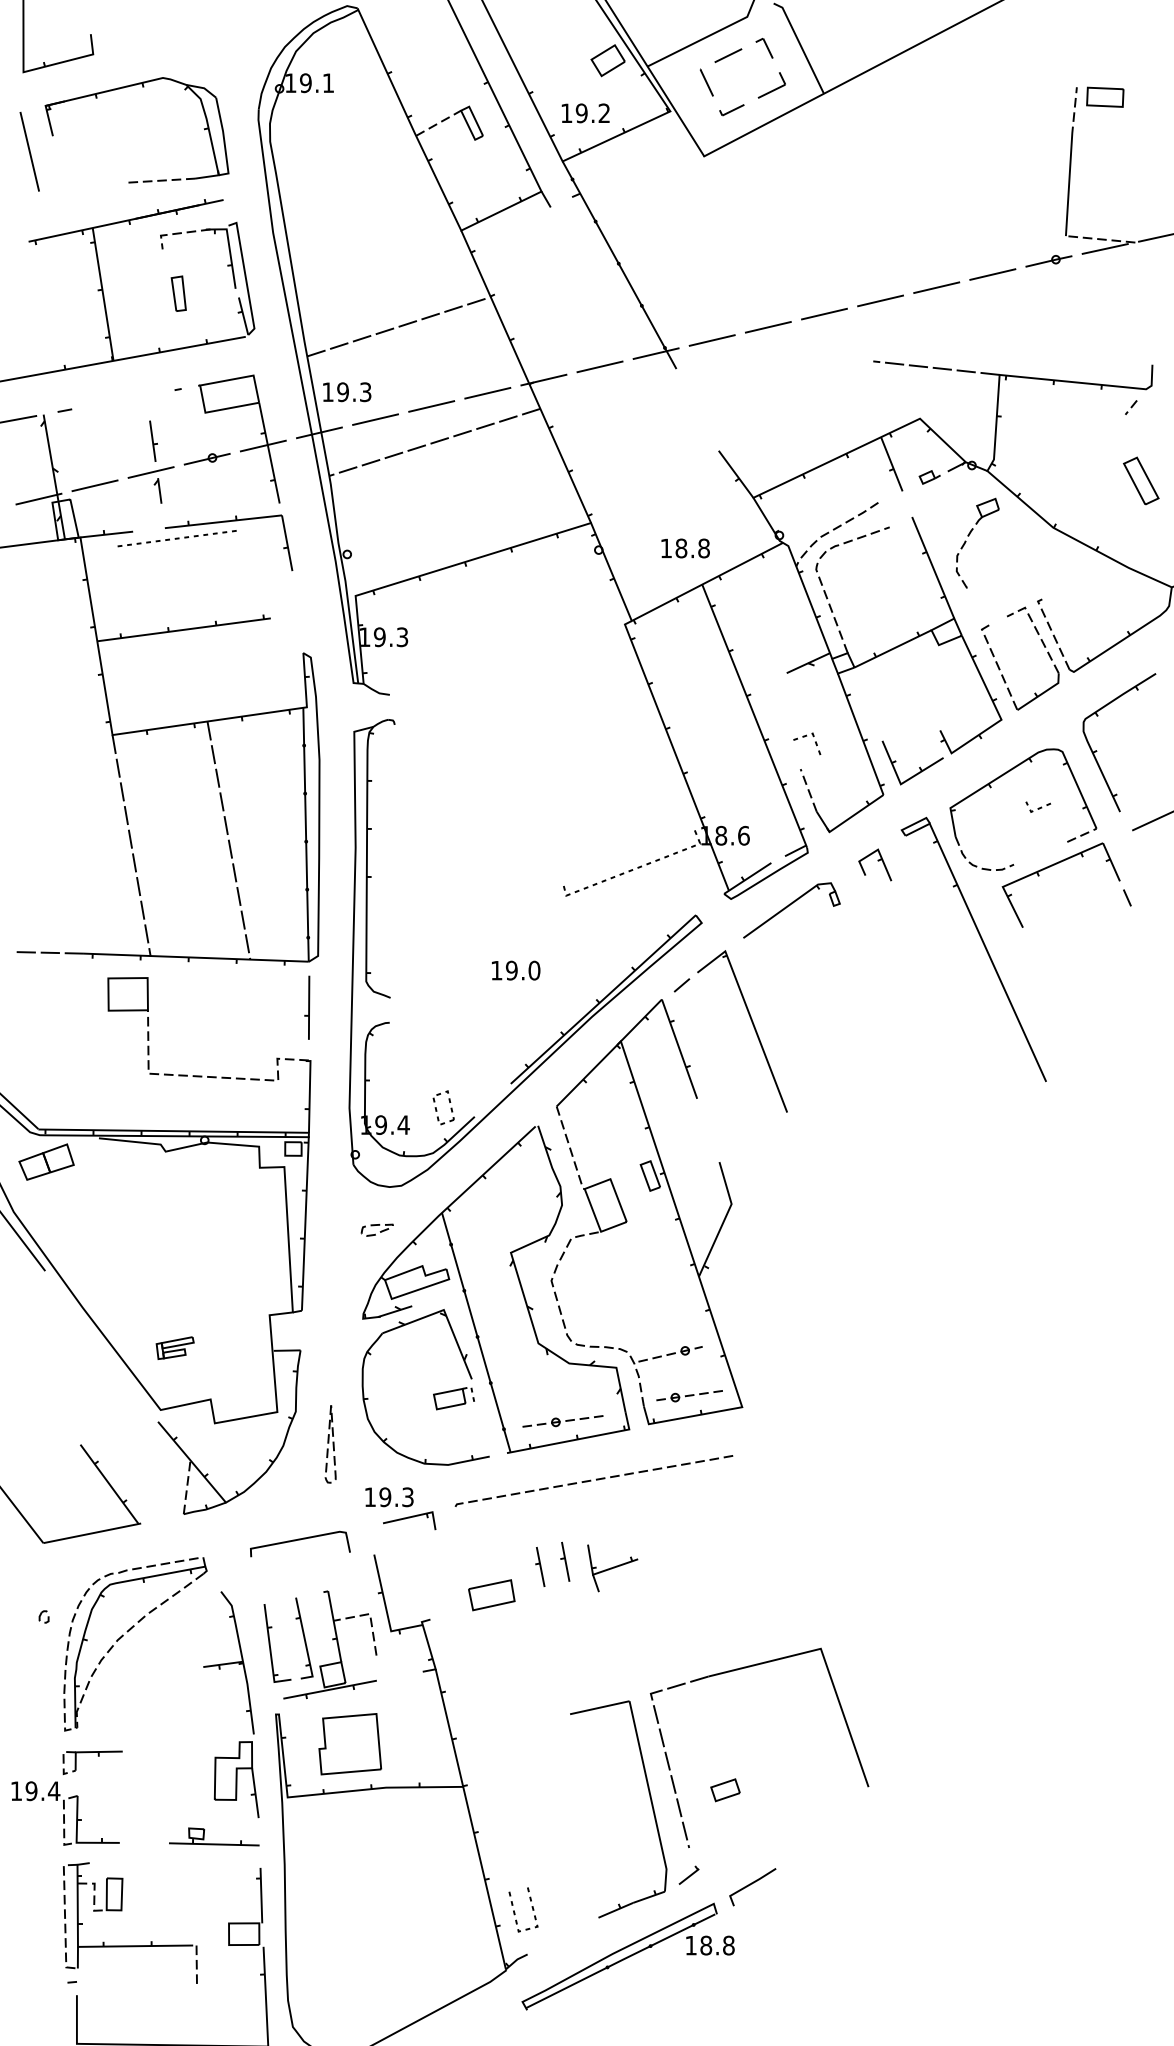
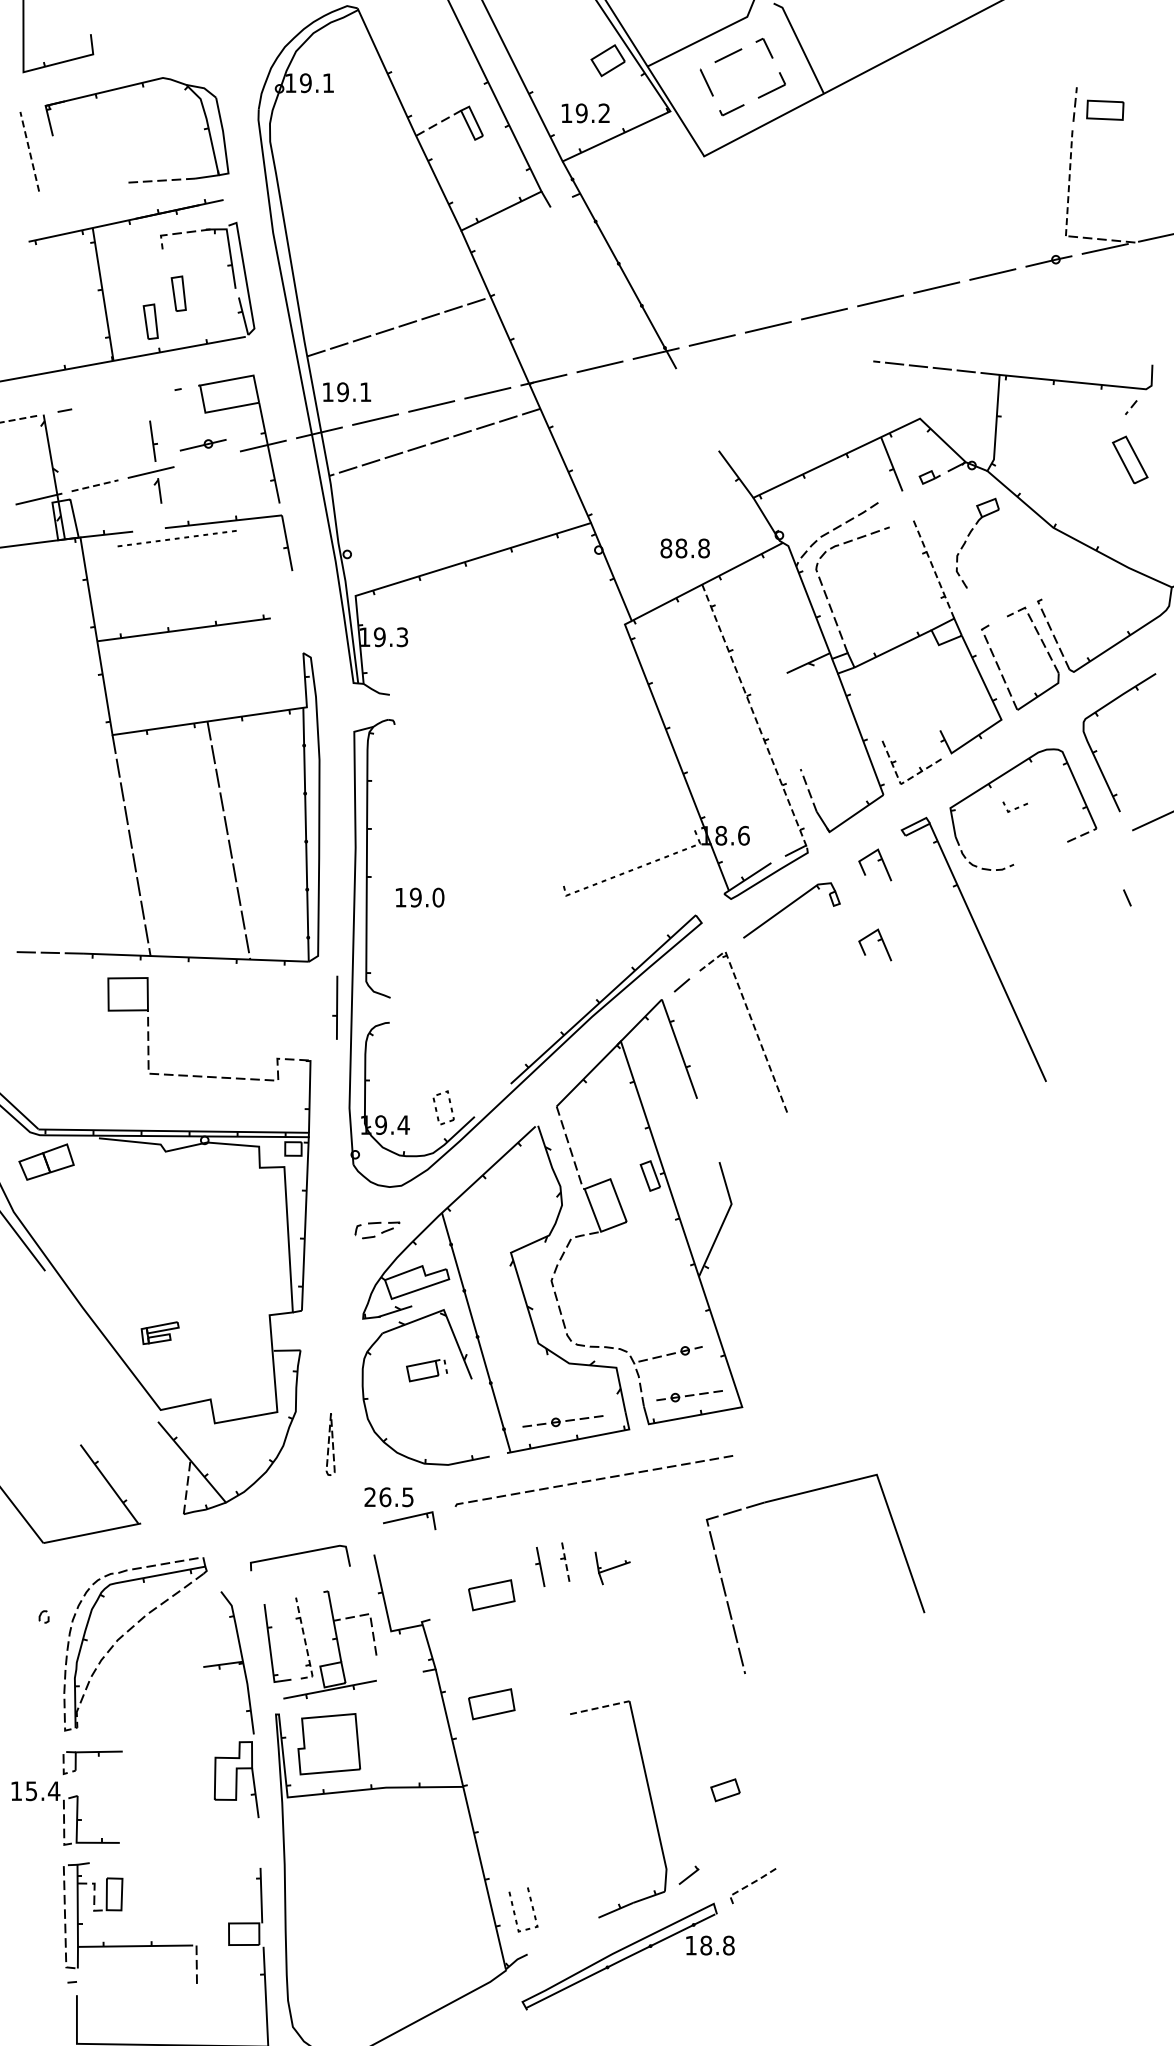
part at (1105, 96) position: (1105, 96) -> (1105, 109)
line at (29, 151): solid -> dashed
line at (1069, 180): solid -> dashed
part at (150, 321): none -> present
text at (365, 392): 19.3 -> 19.1
line at (18, 419): solid -> dashed
part at (206, 459) position: (206, 459) -> (202, 445)
part at (1141, 480) position: (1141, 480) -> (1130, 459)
line at (95, 485): solid -> dashed
text at (666, 548): 18.8 -> 88.8
line at (933, 567): solid -> dashed
line at (754, 716): solid -> dashed
part at (804, 737): present -> none
line at (901, 783): solid -> dashed
part at (1038, 806) position: (1038, 806) -> (1015, 806)
part at (1052, 866): present -> none
part at (875, 944): none -> present
text at (516, 970) position: (516, 970) -> (420, 897)
part at (307, 1007) position: (307, 1007) -> (335, 1007)
line at (749, 1014): solid -> dashed
part at (376, 1229) size: 34x14 px -> 47x19 px
part at (174, 1347) position: (174, 1347) -> (159, 1332)
part at (453, 1398) position: (453, 1398) -> (426, 1370)
part at (330, 1444) size: 13x79 px -> 11x63 px
text at (388, 1497): 19.3 -> 26.5
curve at (300, 1540) position: (300, 1540) -> (300, 1554)
line at (565, 1561): solid -> dashed
part at (612, 1568) size: 52x49 px -> 37x35 px
line at (305, 1643): solid -> dashed
part at (742, 1669) position: (742, 1669) -> (798, 1495)
part at (491, 1704): none -> present
line at (600, 1707): solid -> dashed
part at (350, 1744) position: (350, 1744) -> (329, 1744)
text at (31, 1790): 19.4 -> 15.4
part at (214, 1843): present -> none
line at (748, 1885): solid -> dashed
